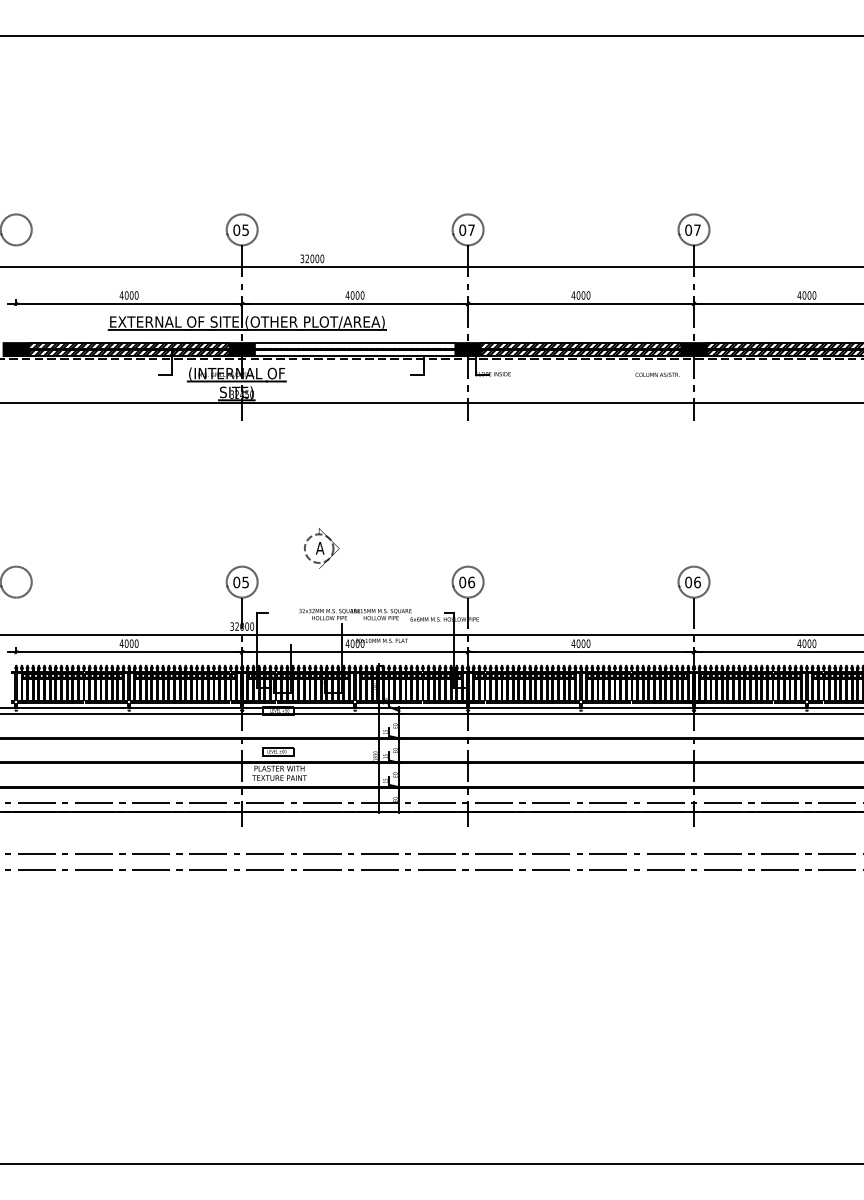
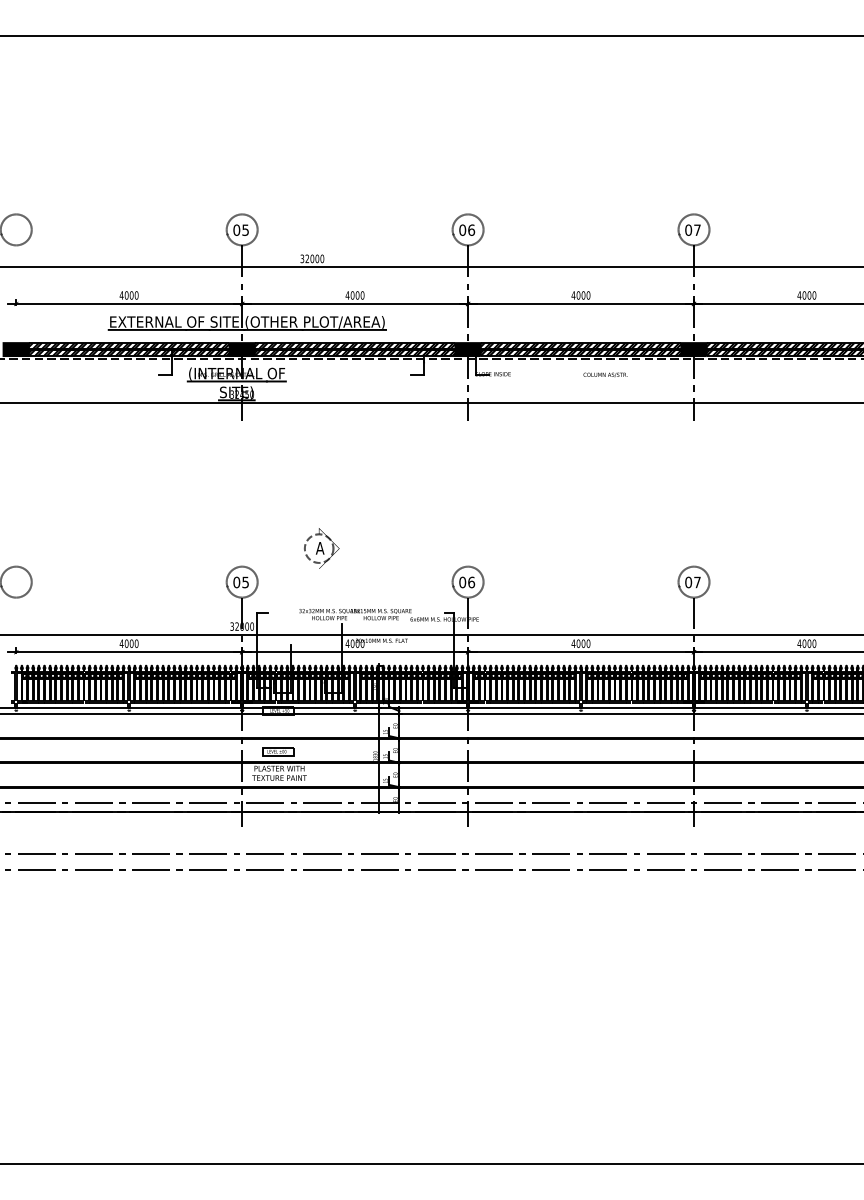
text at (471, 229): 07 -> 06
hatch at (354, 349): none -> present
text at (657, 374) position: (657, 374) -> (605, 374)
text at (697, 582): 06 -> 07
